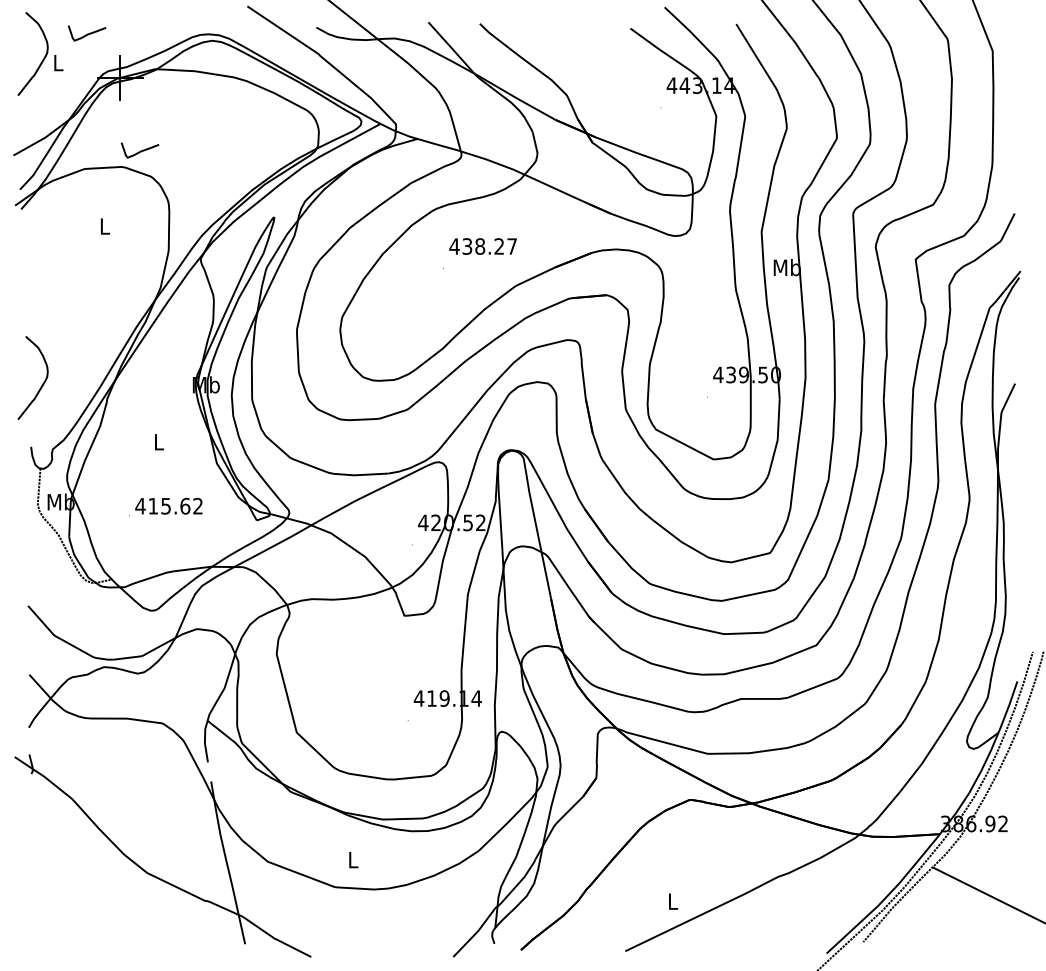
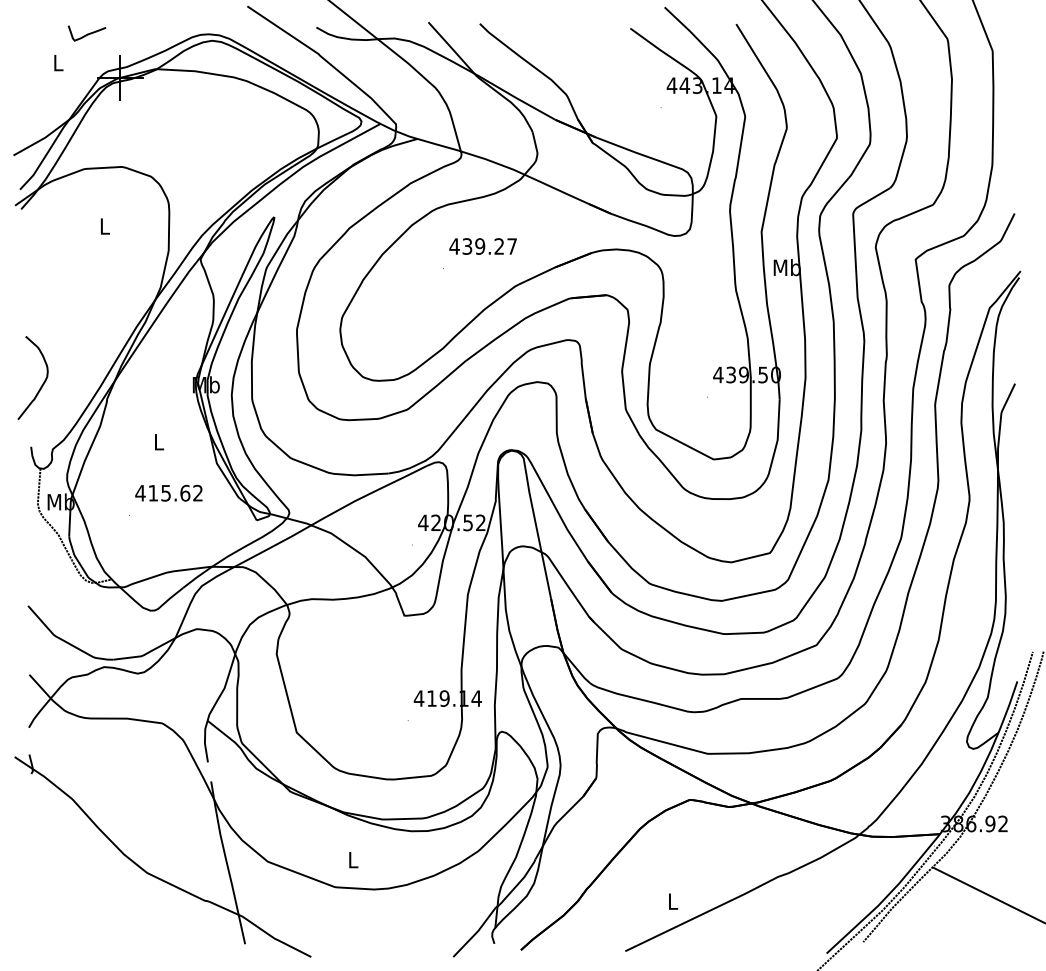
curve at (42, 59): present -> none
curve at (140, 150): present -> none
text at (480, 246): 438.27 -> 439.27
text at (168, 505) position: (168, 505) -> (168, 492)
